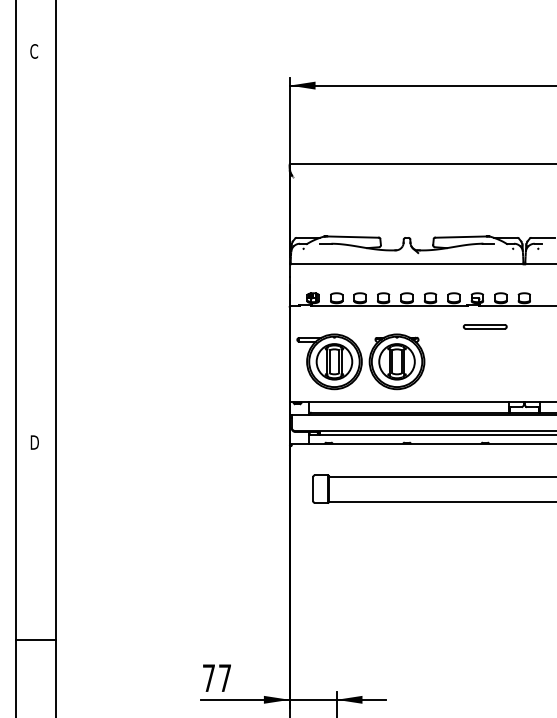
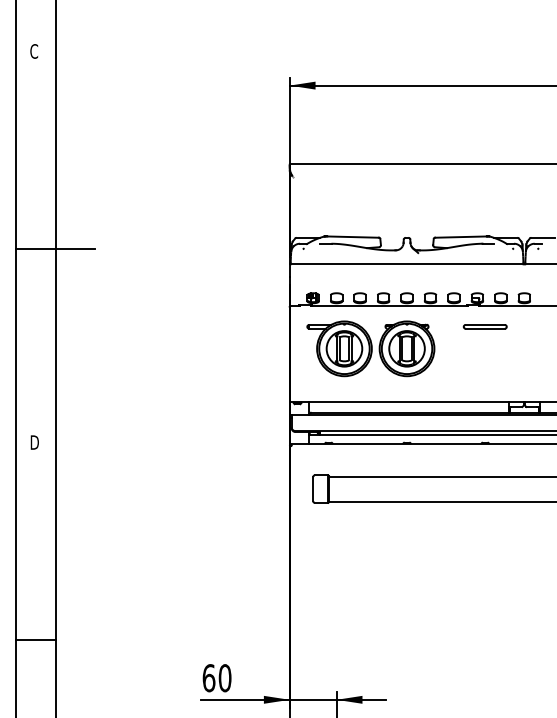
line at (55, 248): none -> present
part at (360, 361) position: (360, 361) -> (370, 348)
text at (216, 678): 77 -> 60
